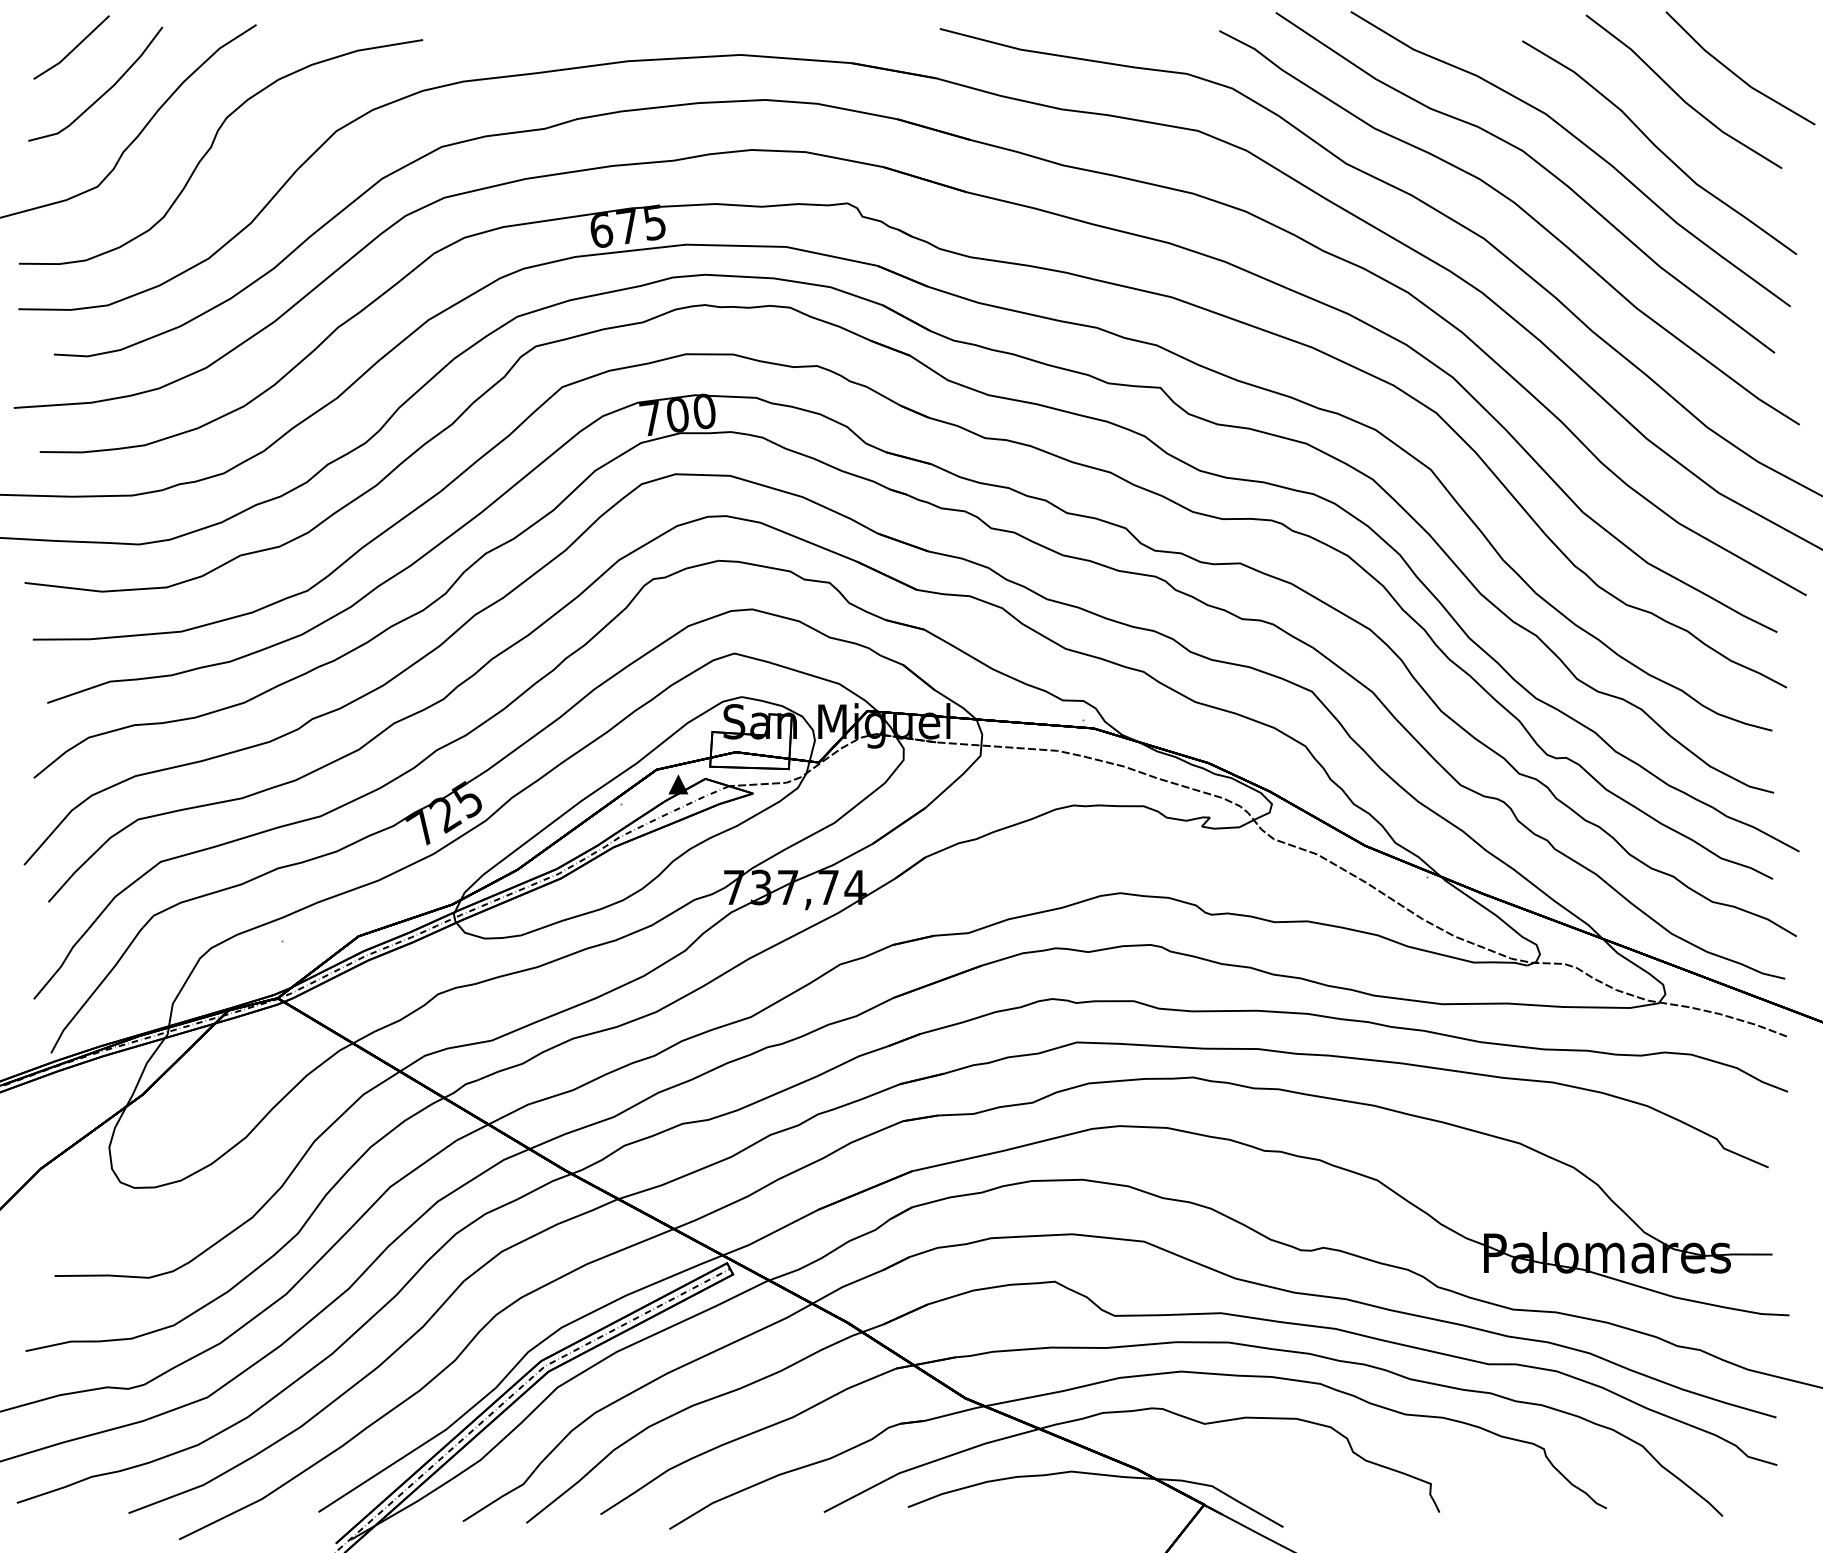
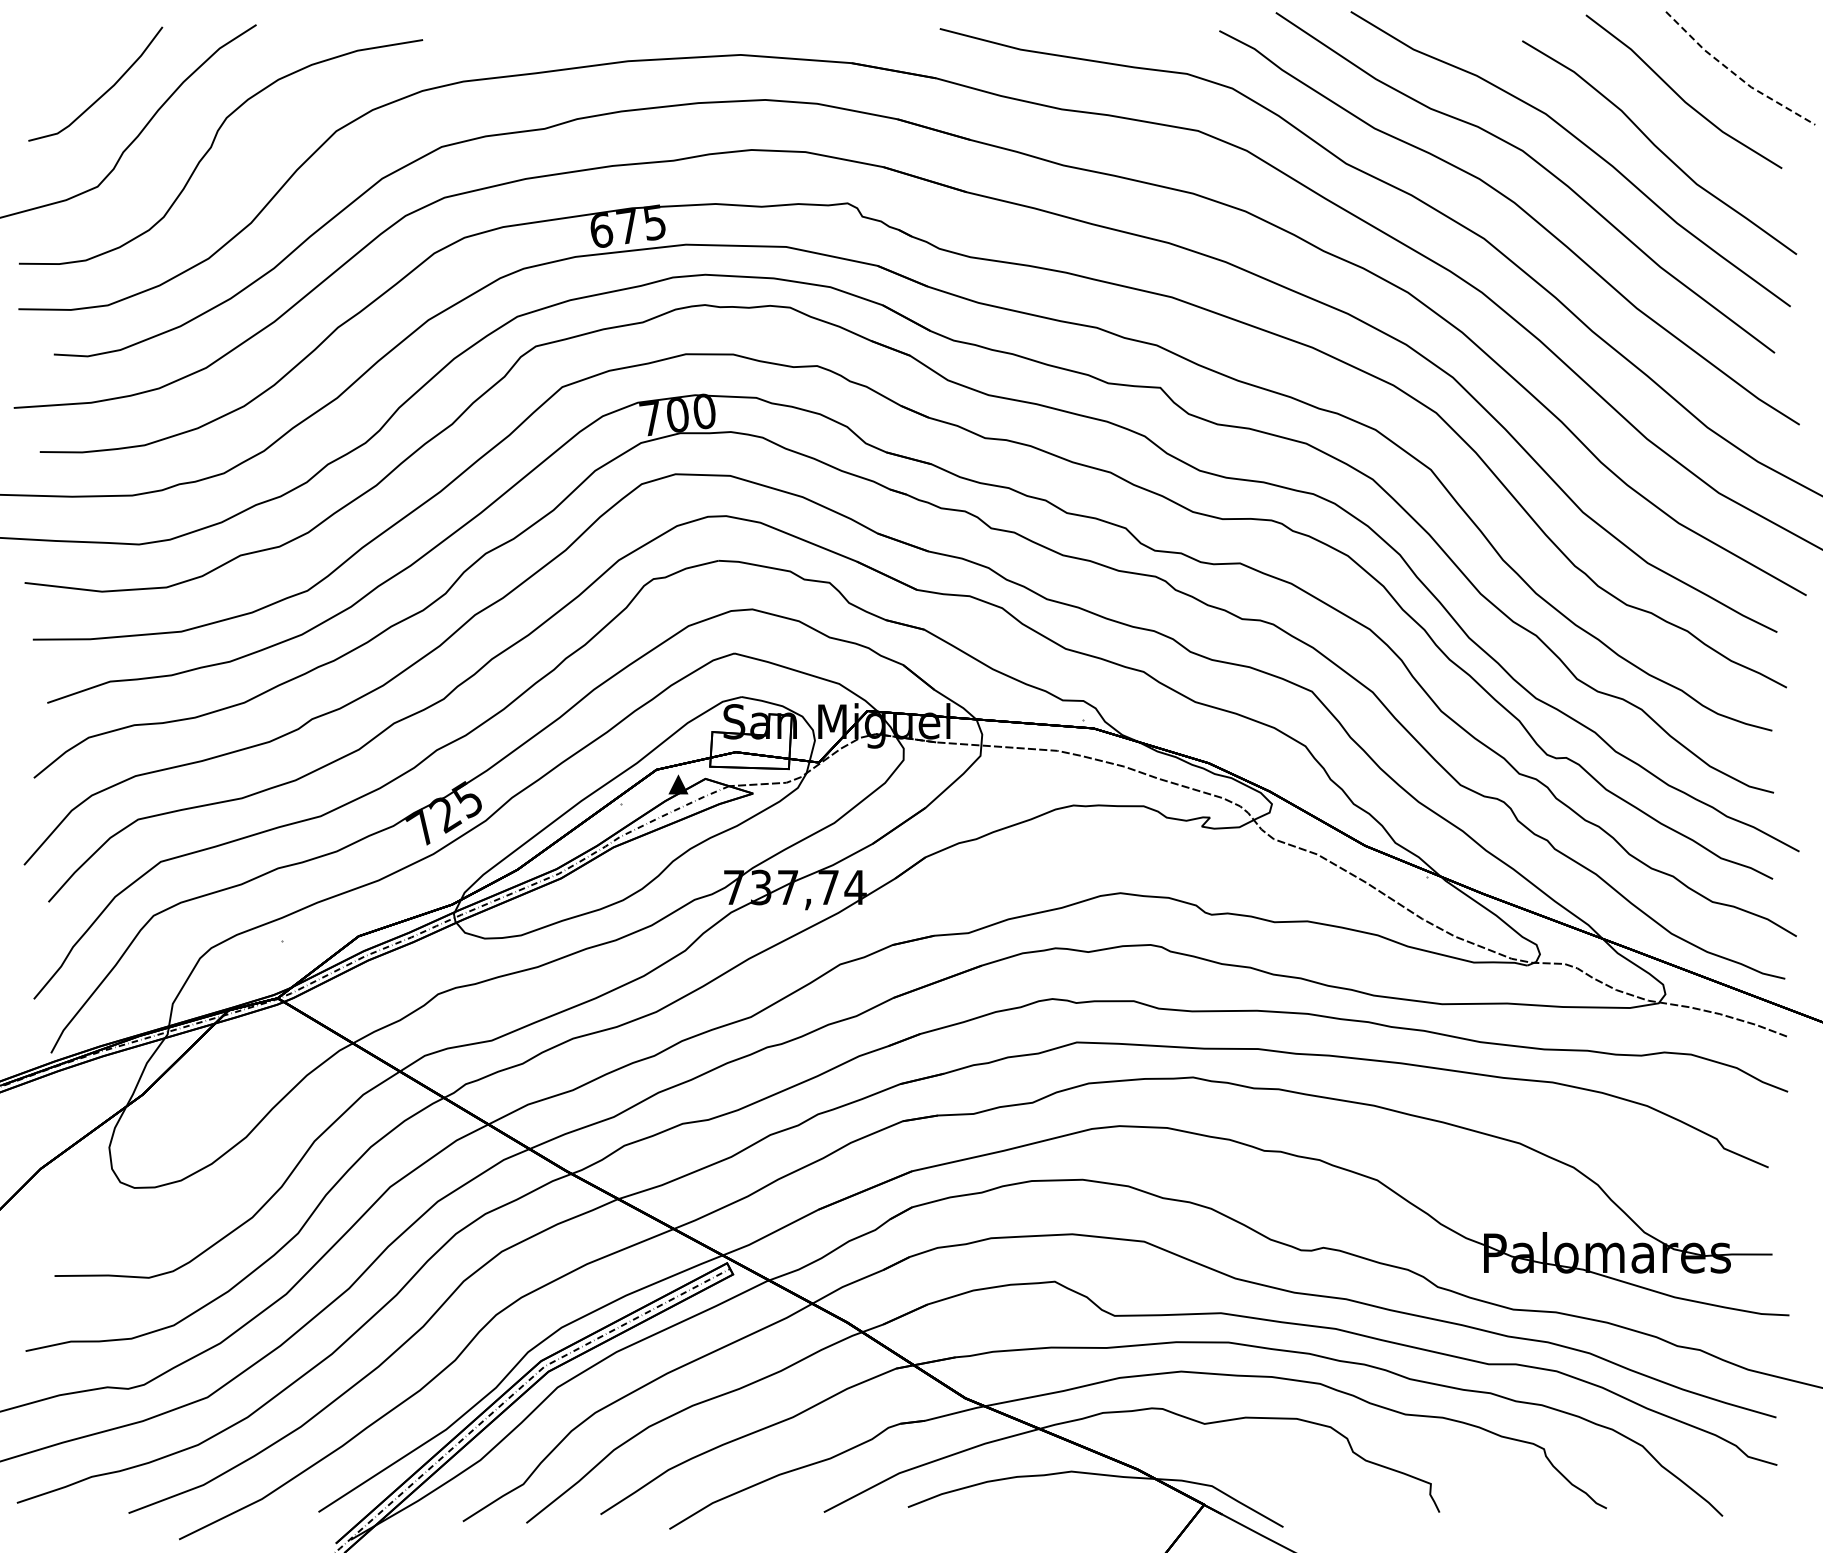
line at (73, 48): present -> none
line at (1735, 74): solid -> dashed
